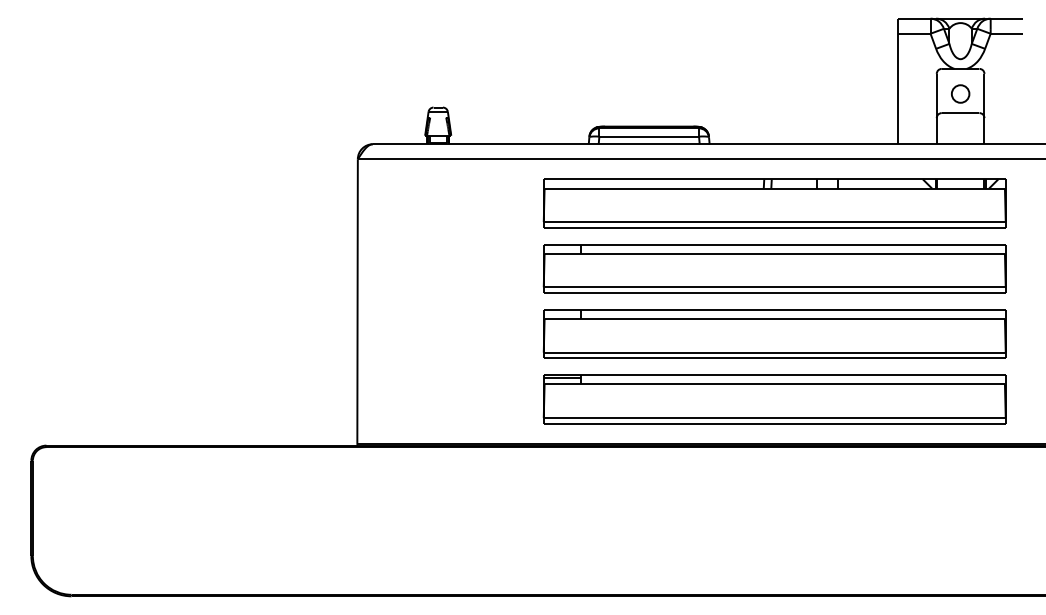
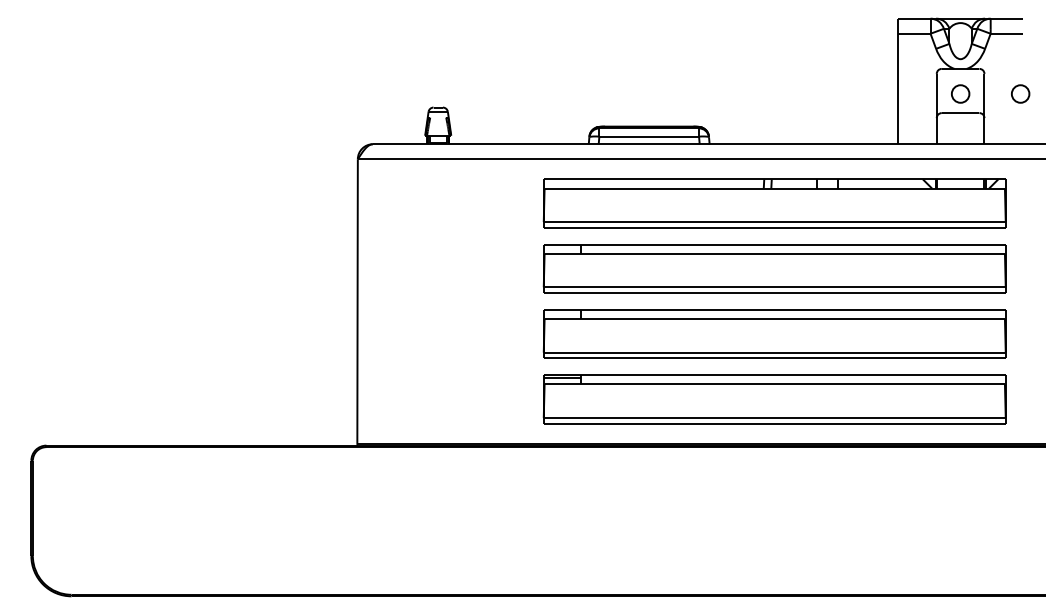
part at (1020, 93): none -> present
